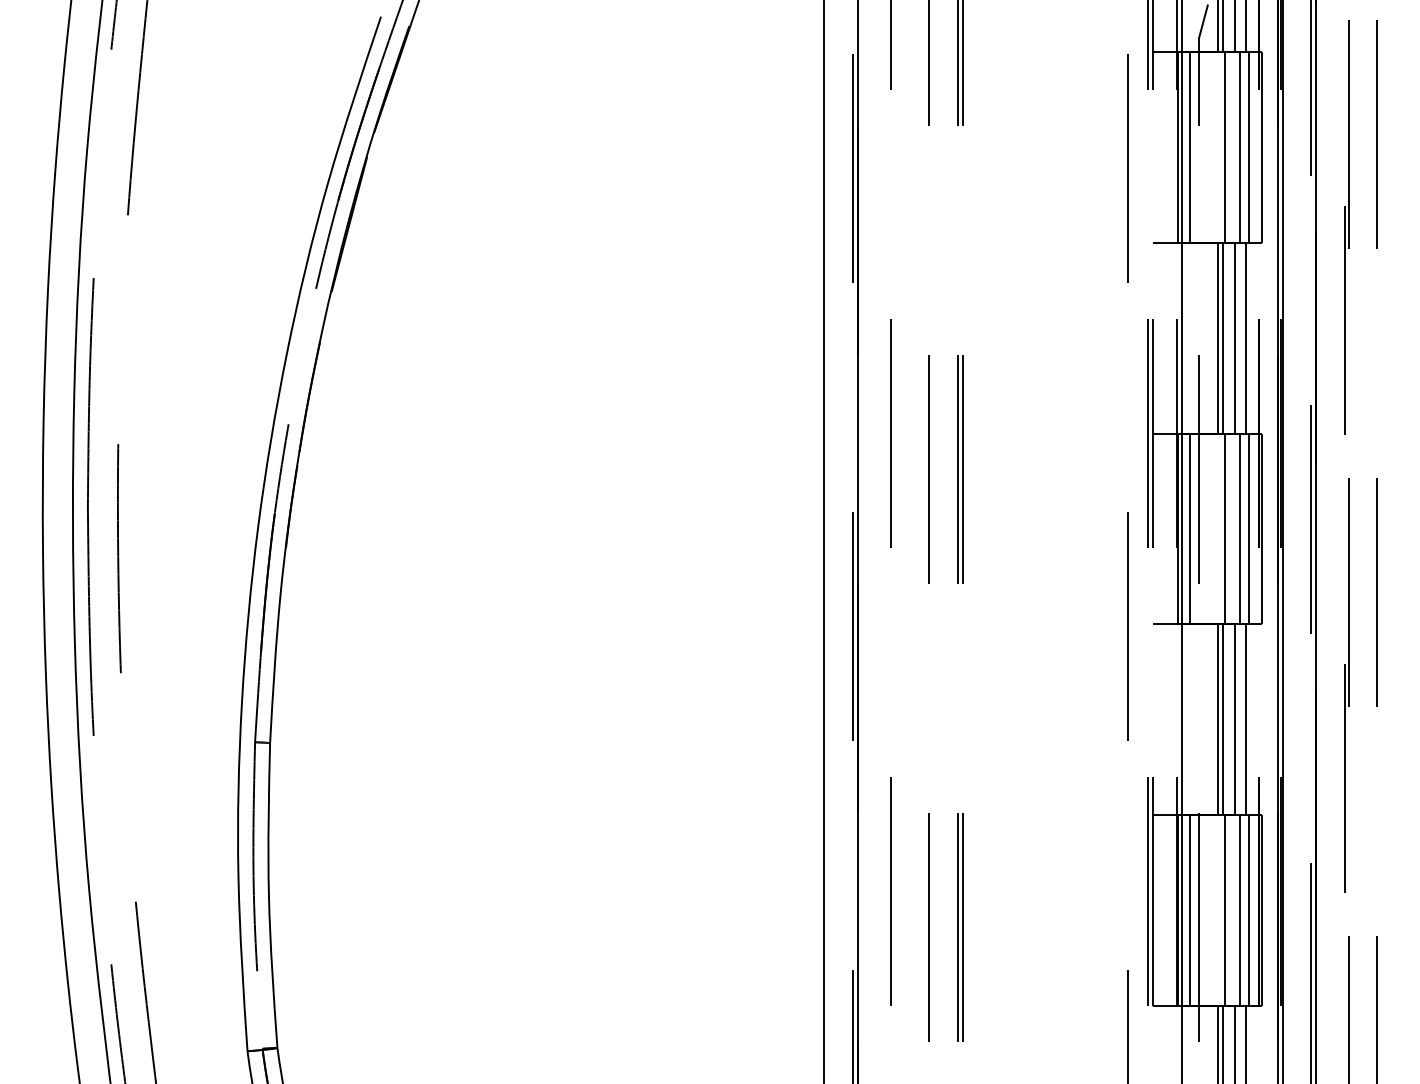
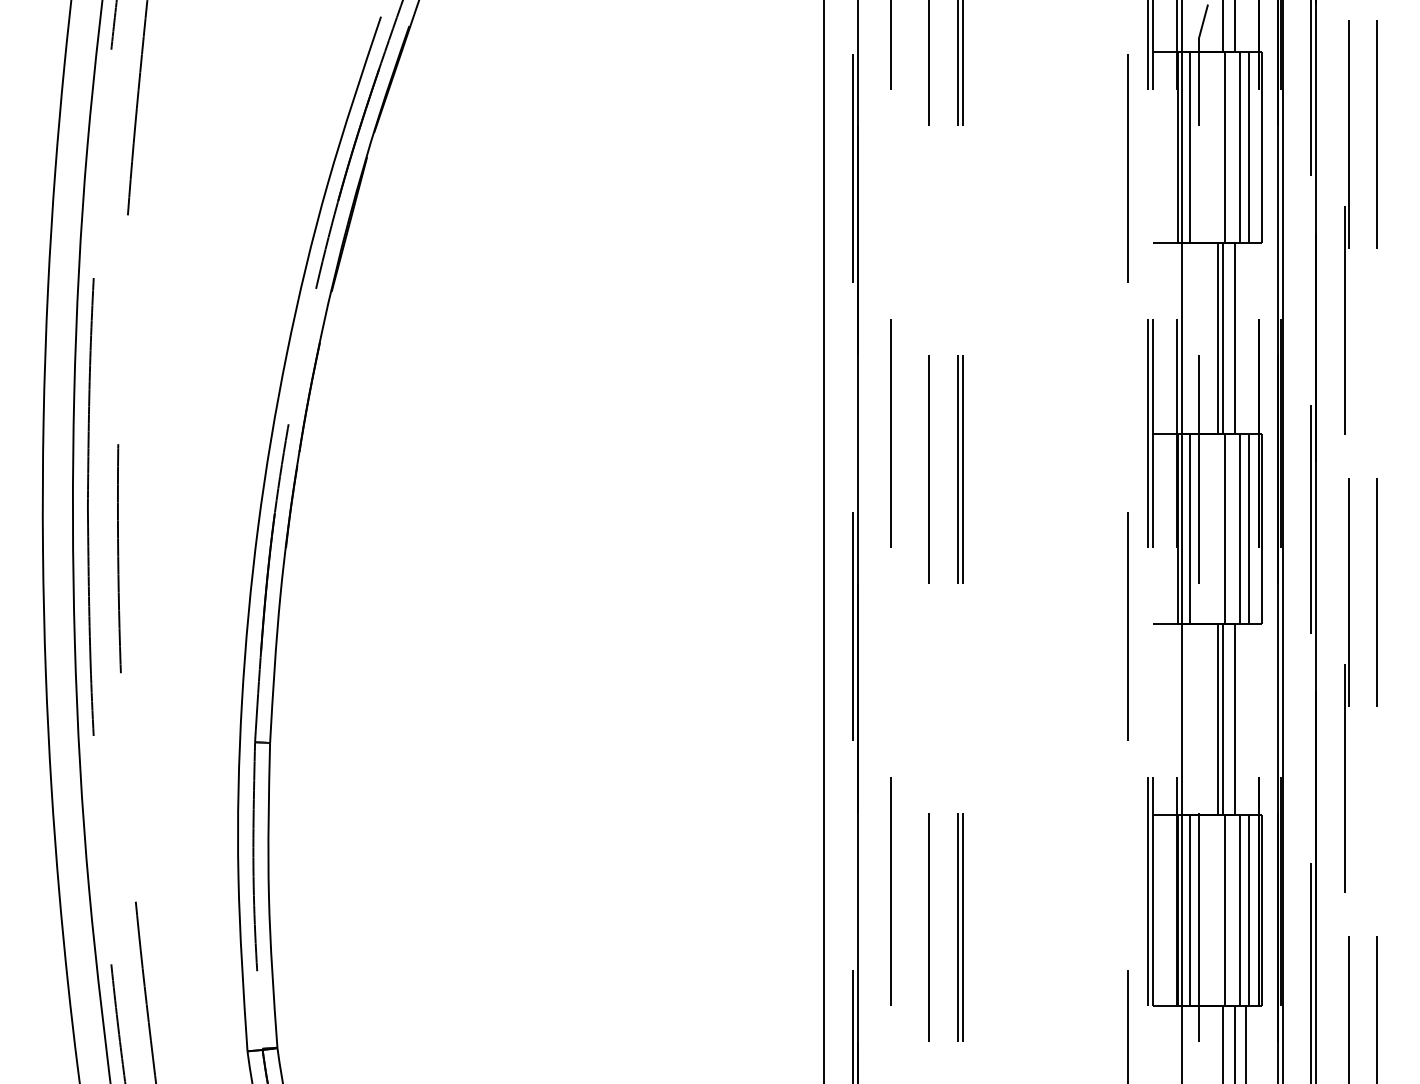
line at (1217, 26): present -> none
line at (1245, 26): present -> none
line at (1245, 337): present -> none
line at (1245, 719): present -> none
line at (1217, 1043): present -> none
